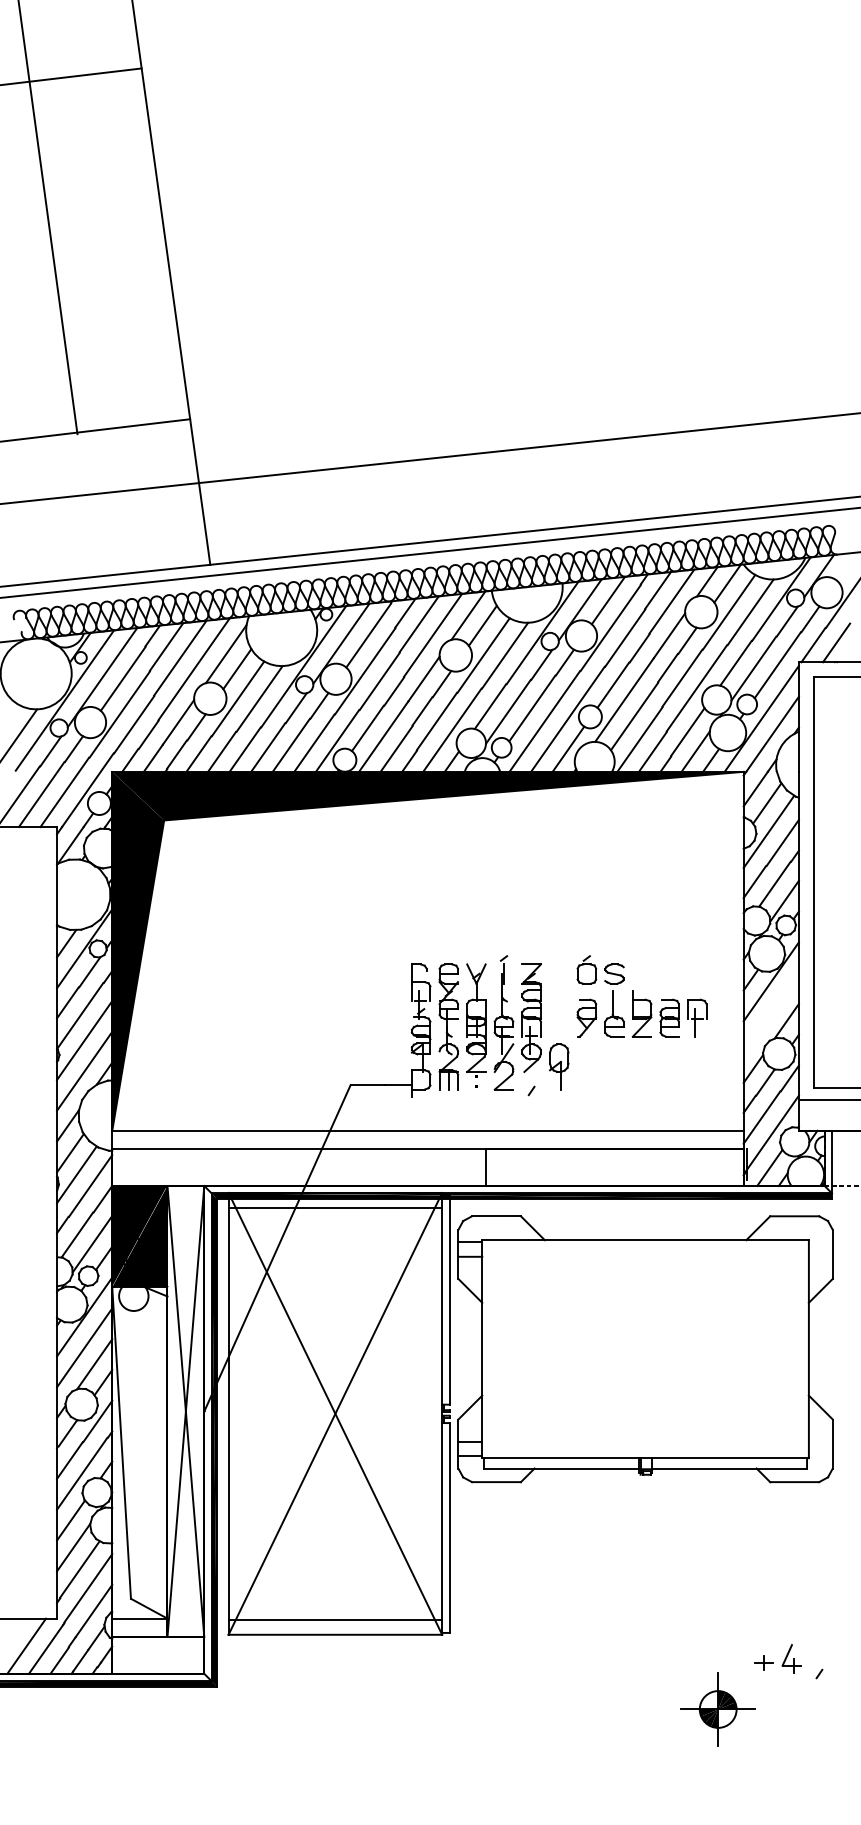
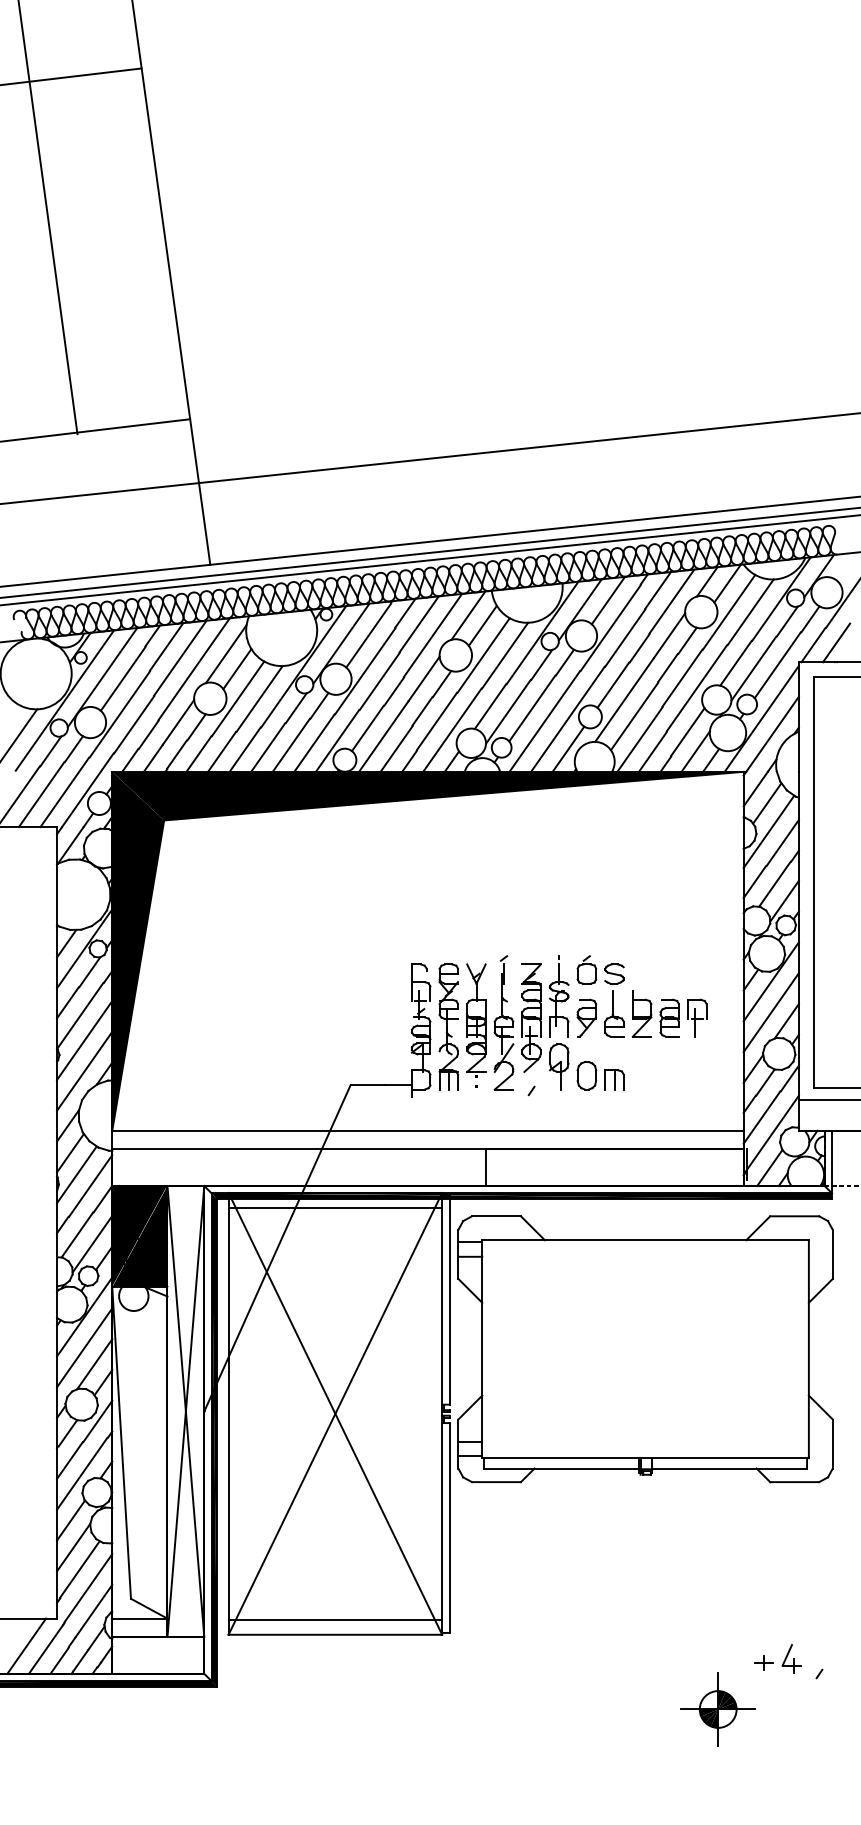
line at (429, 560): none -> present
part at (559, 996): none -> present
line at (770, 1012): none -> present
part at (600, 1075): none -> present
